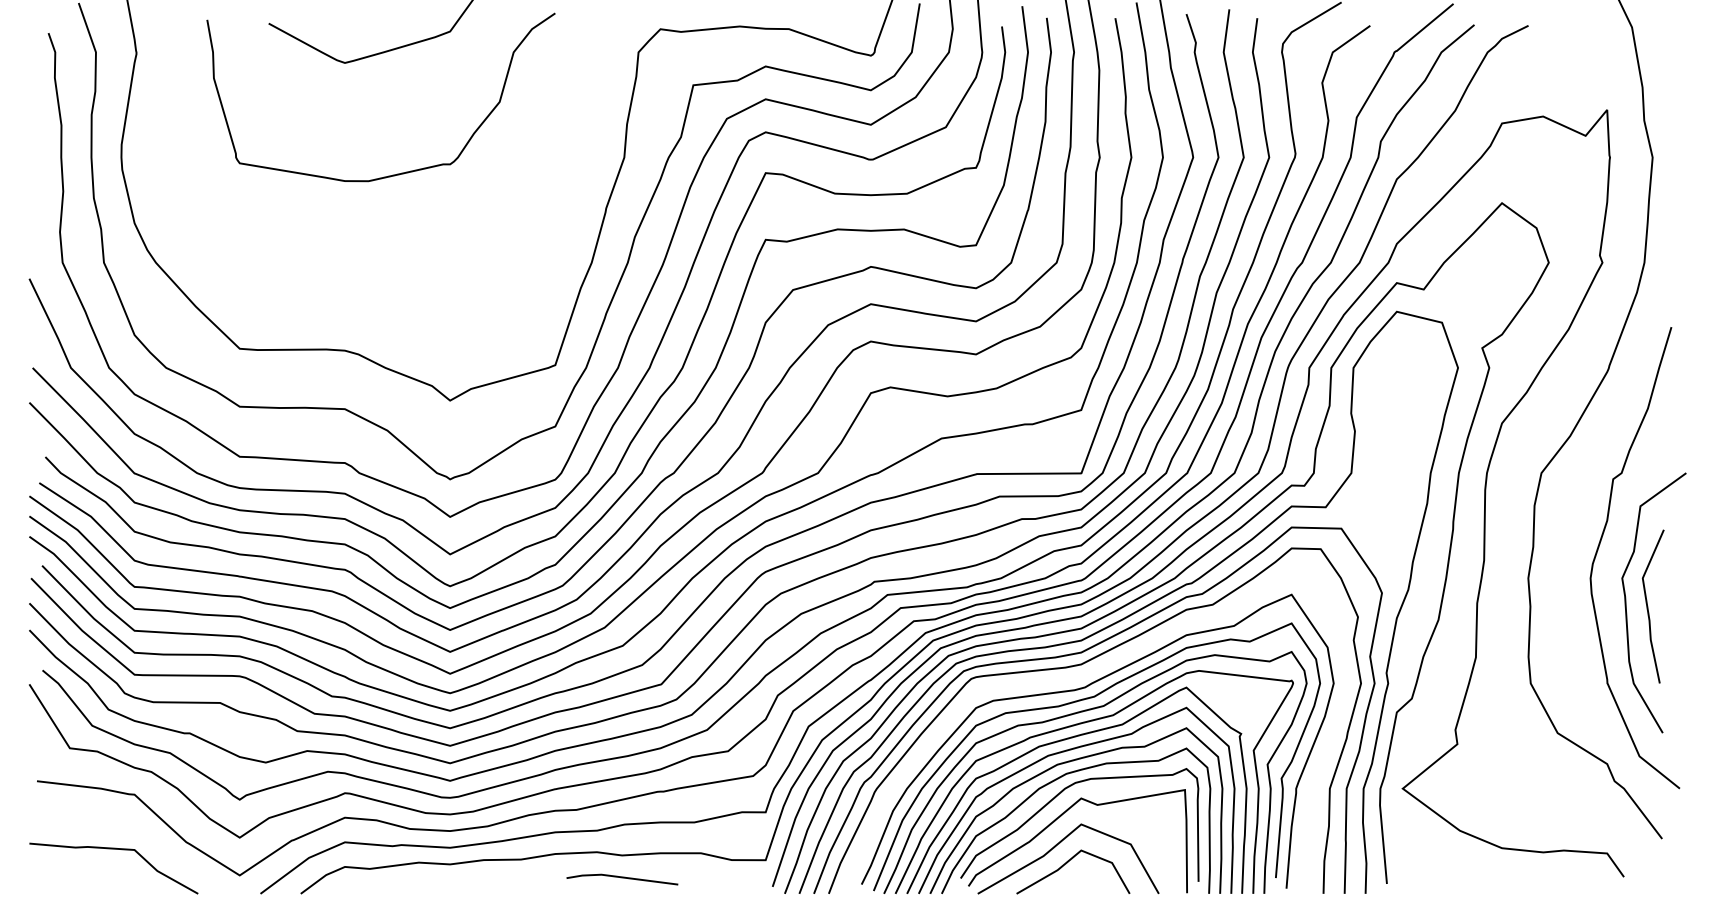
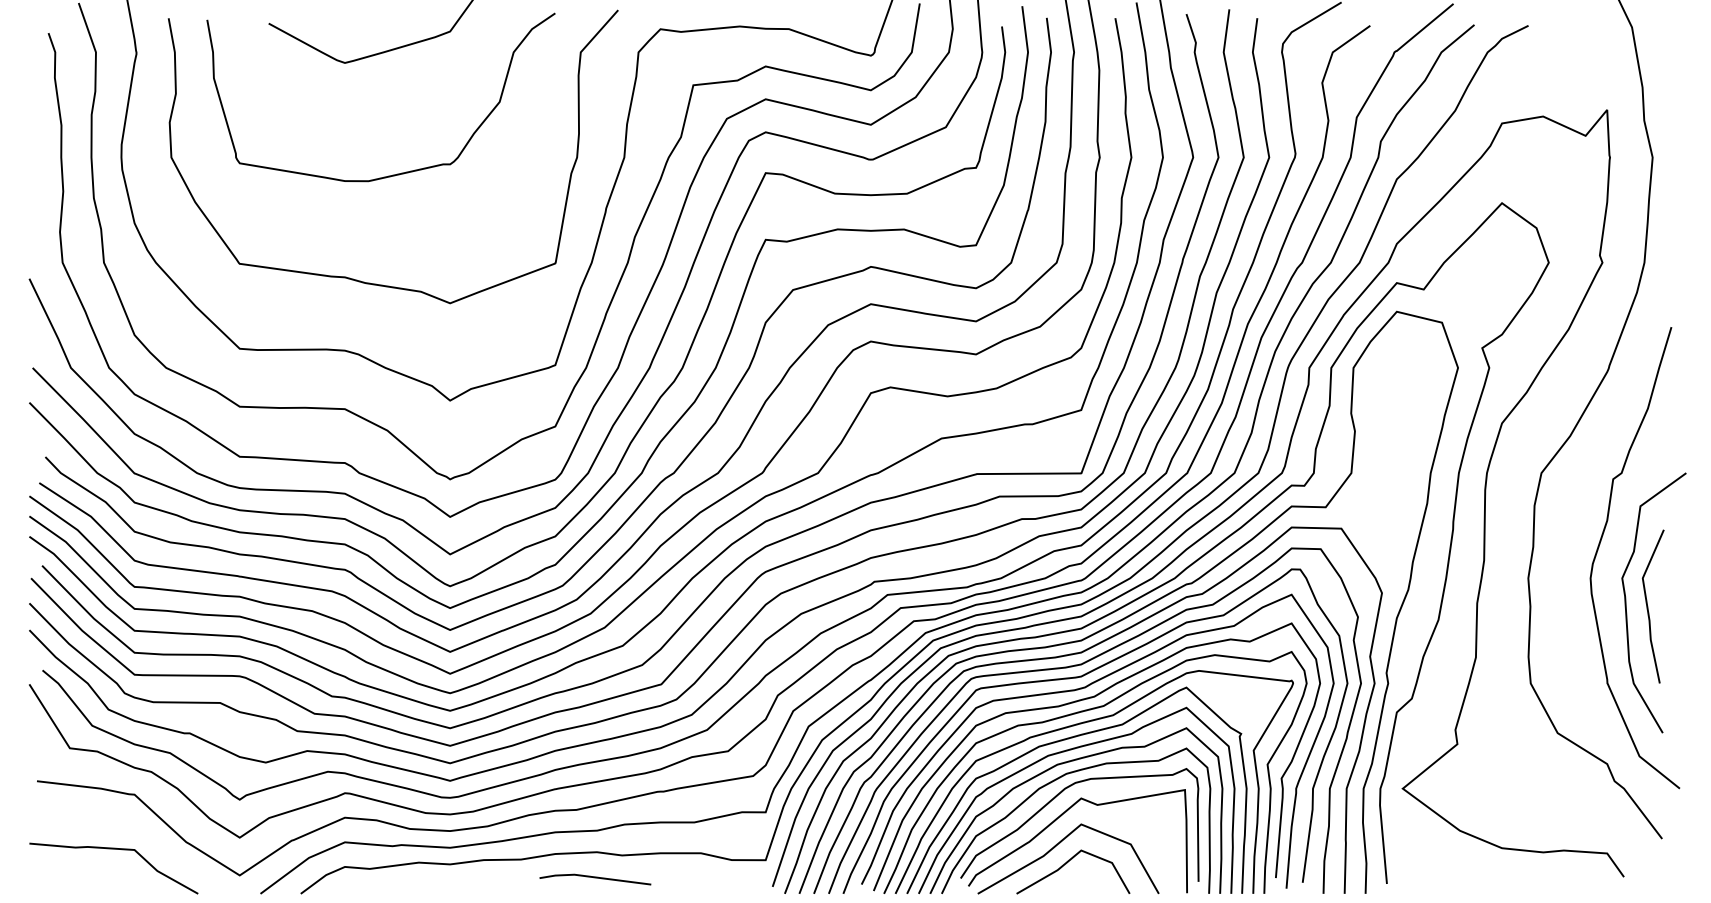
curve at (357, 279): none -> present
curve at (1081, 677): none -> present
line at (622, 878) position: (622, 878) -> (595, 878)
